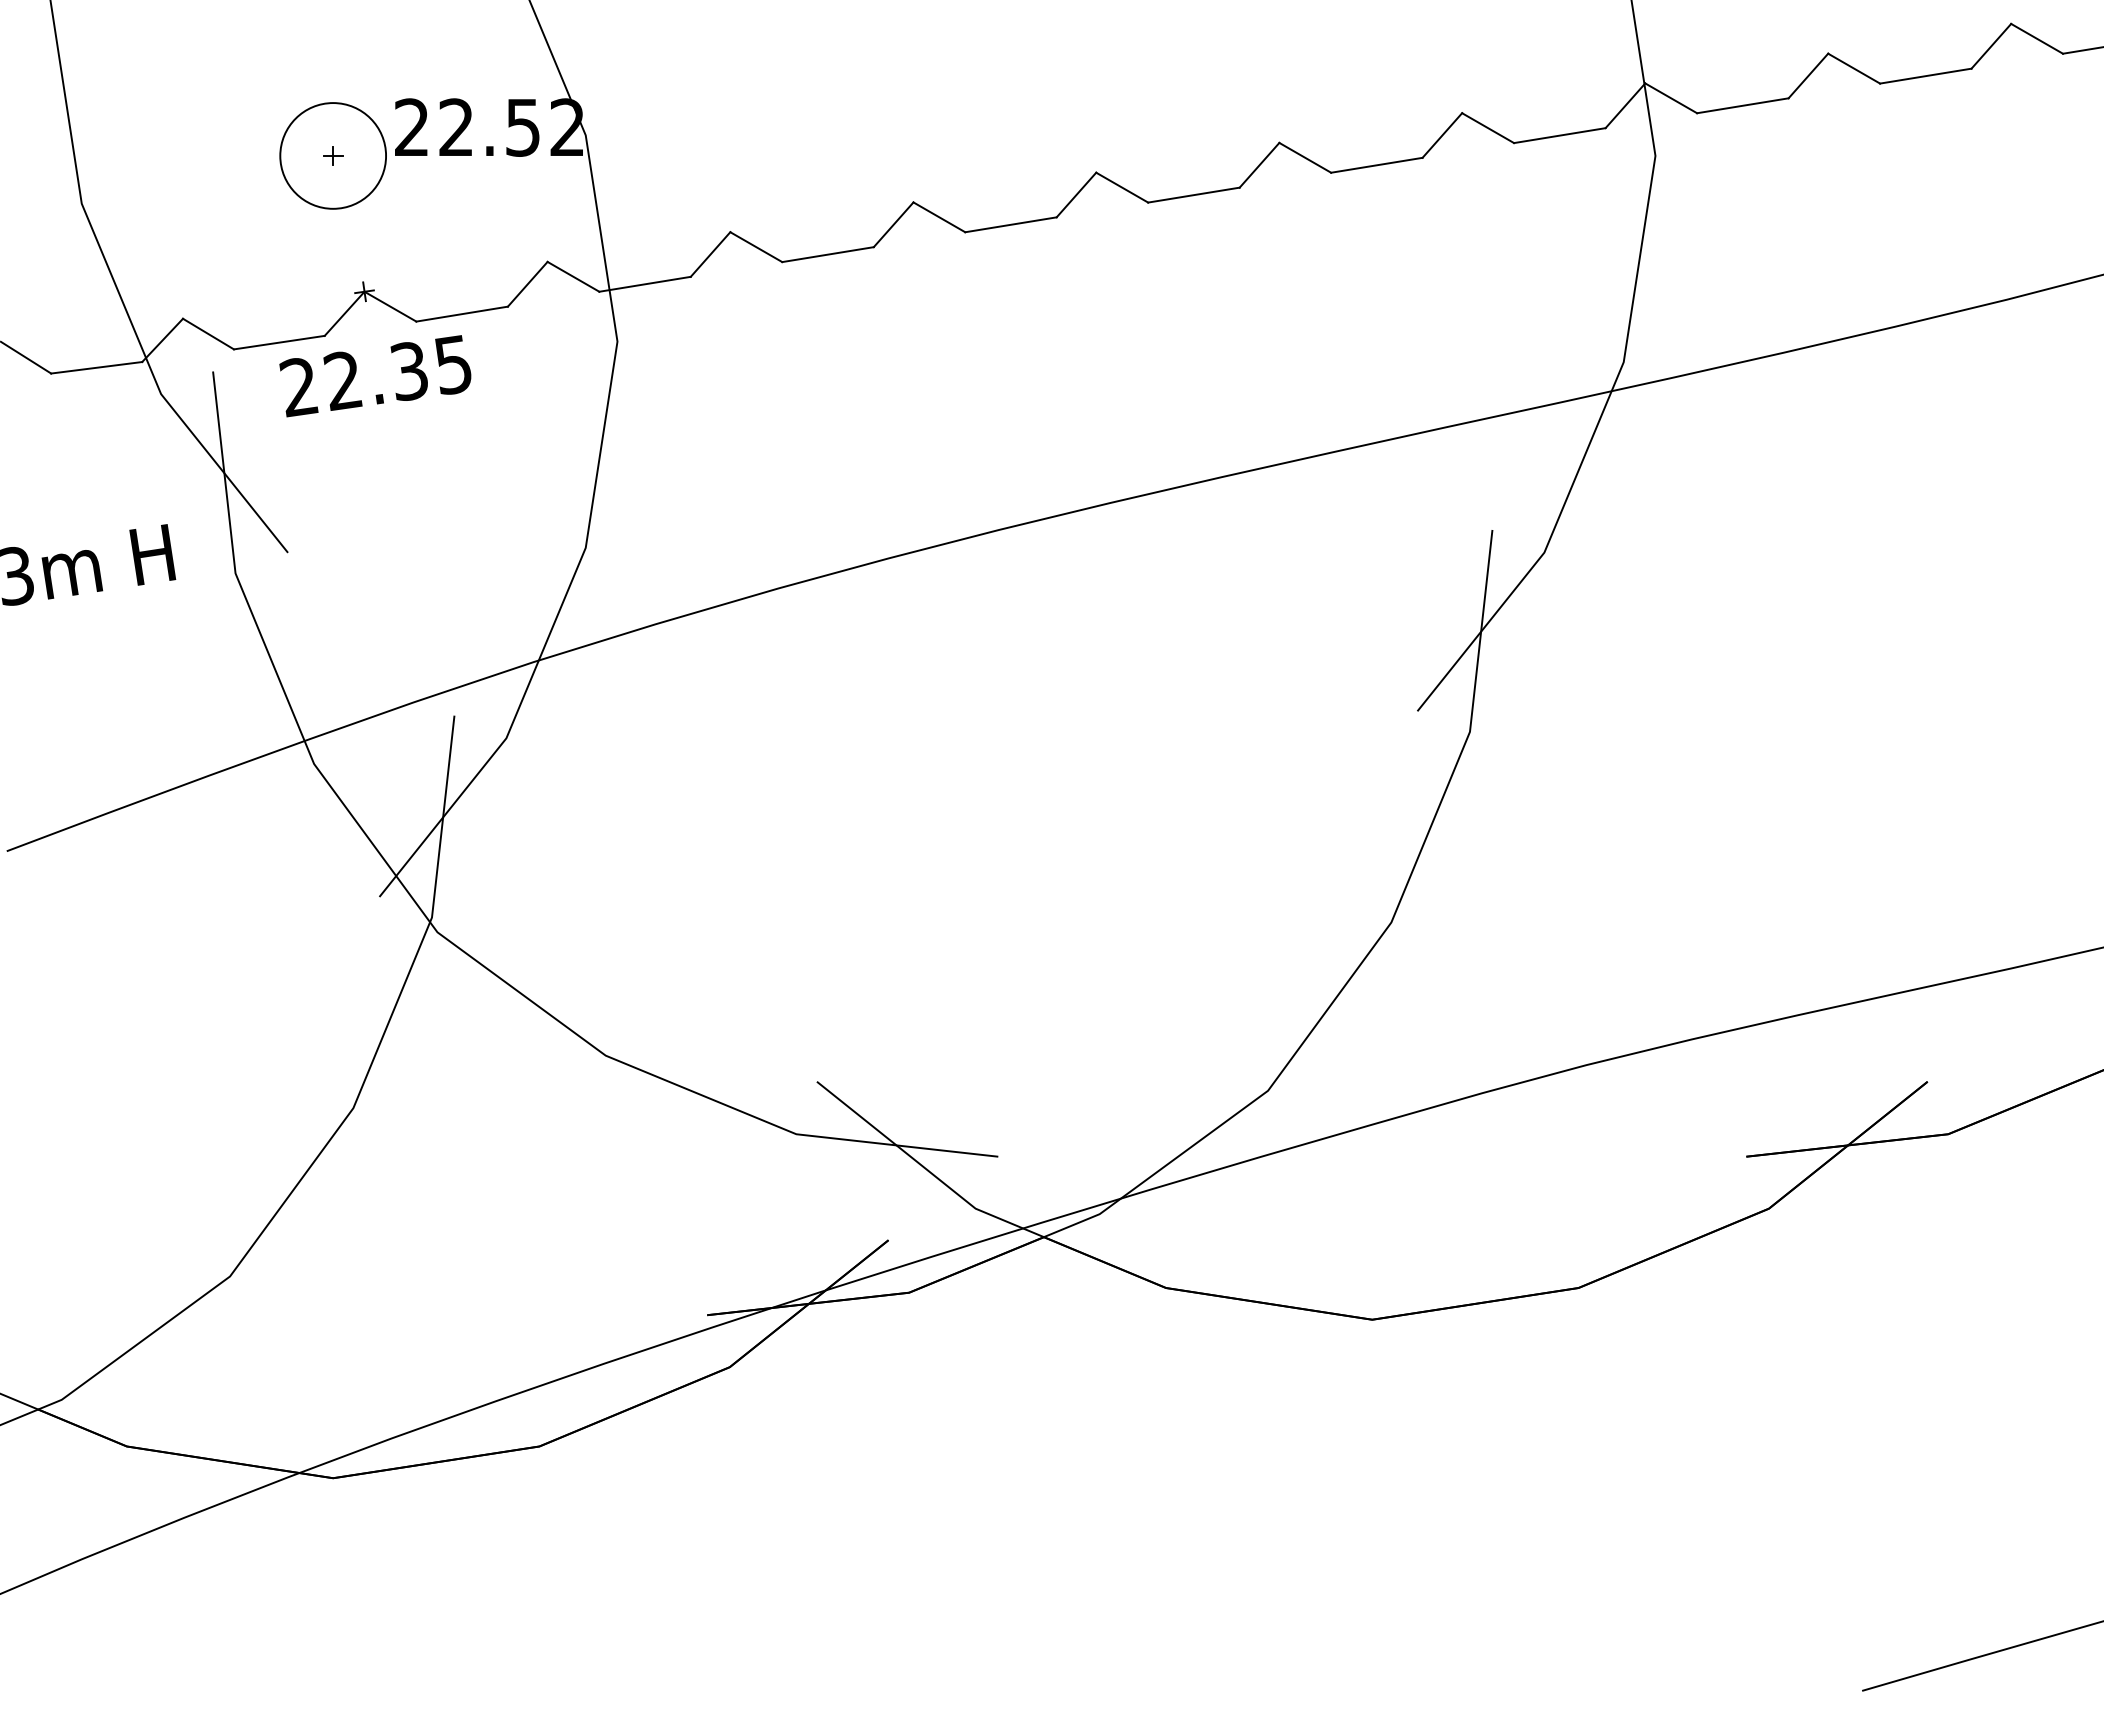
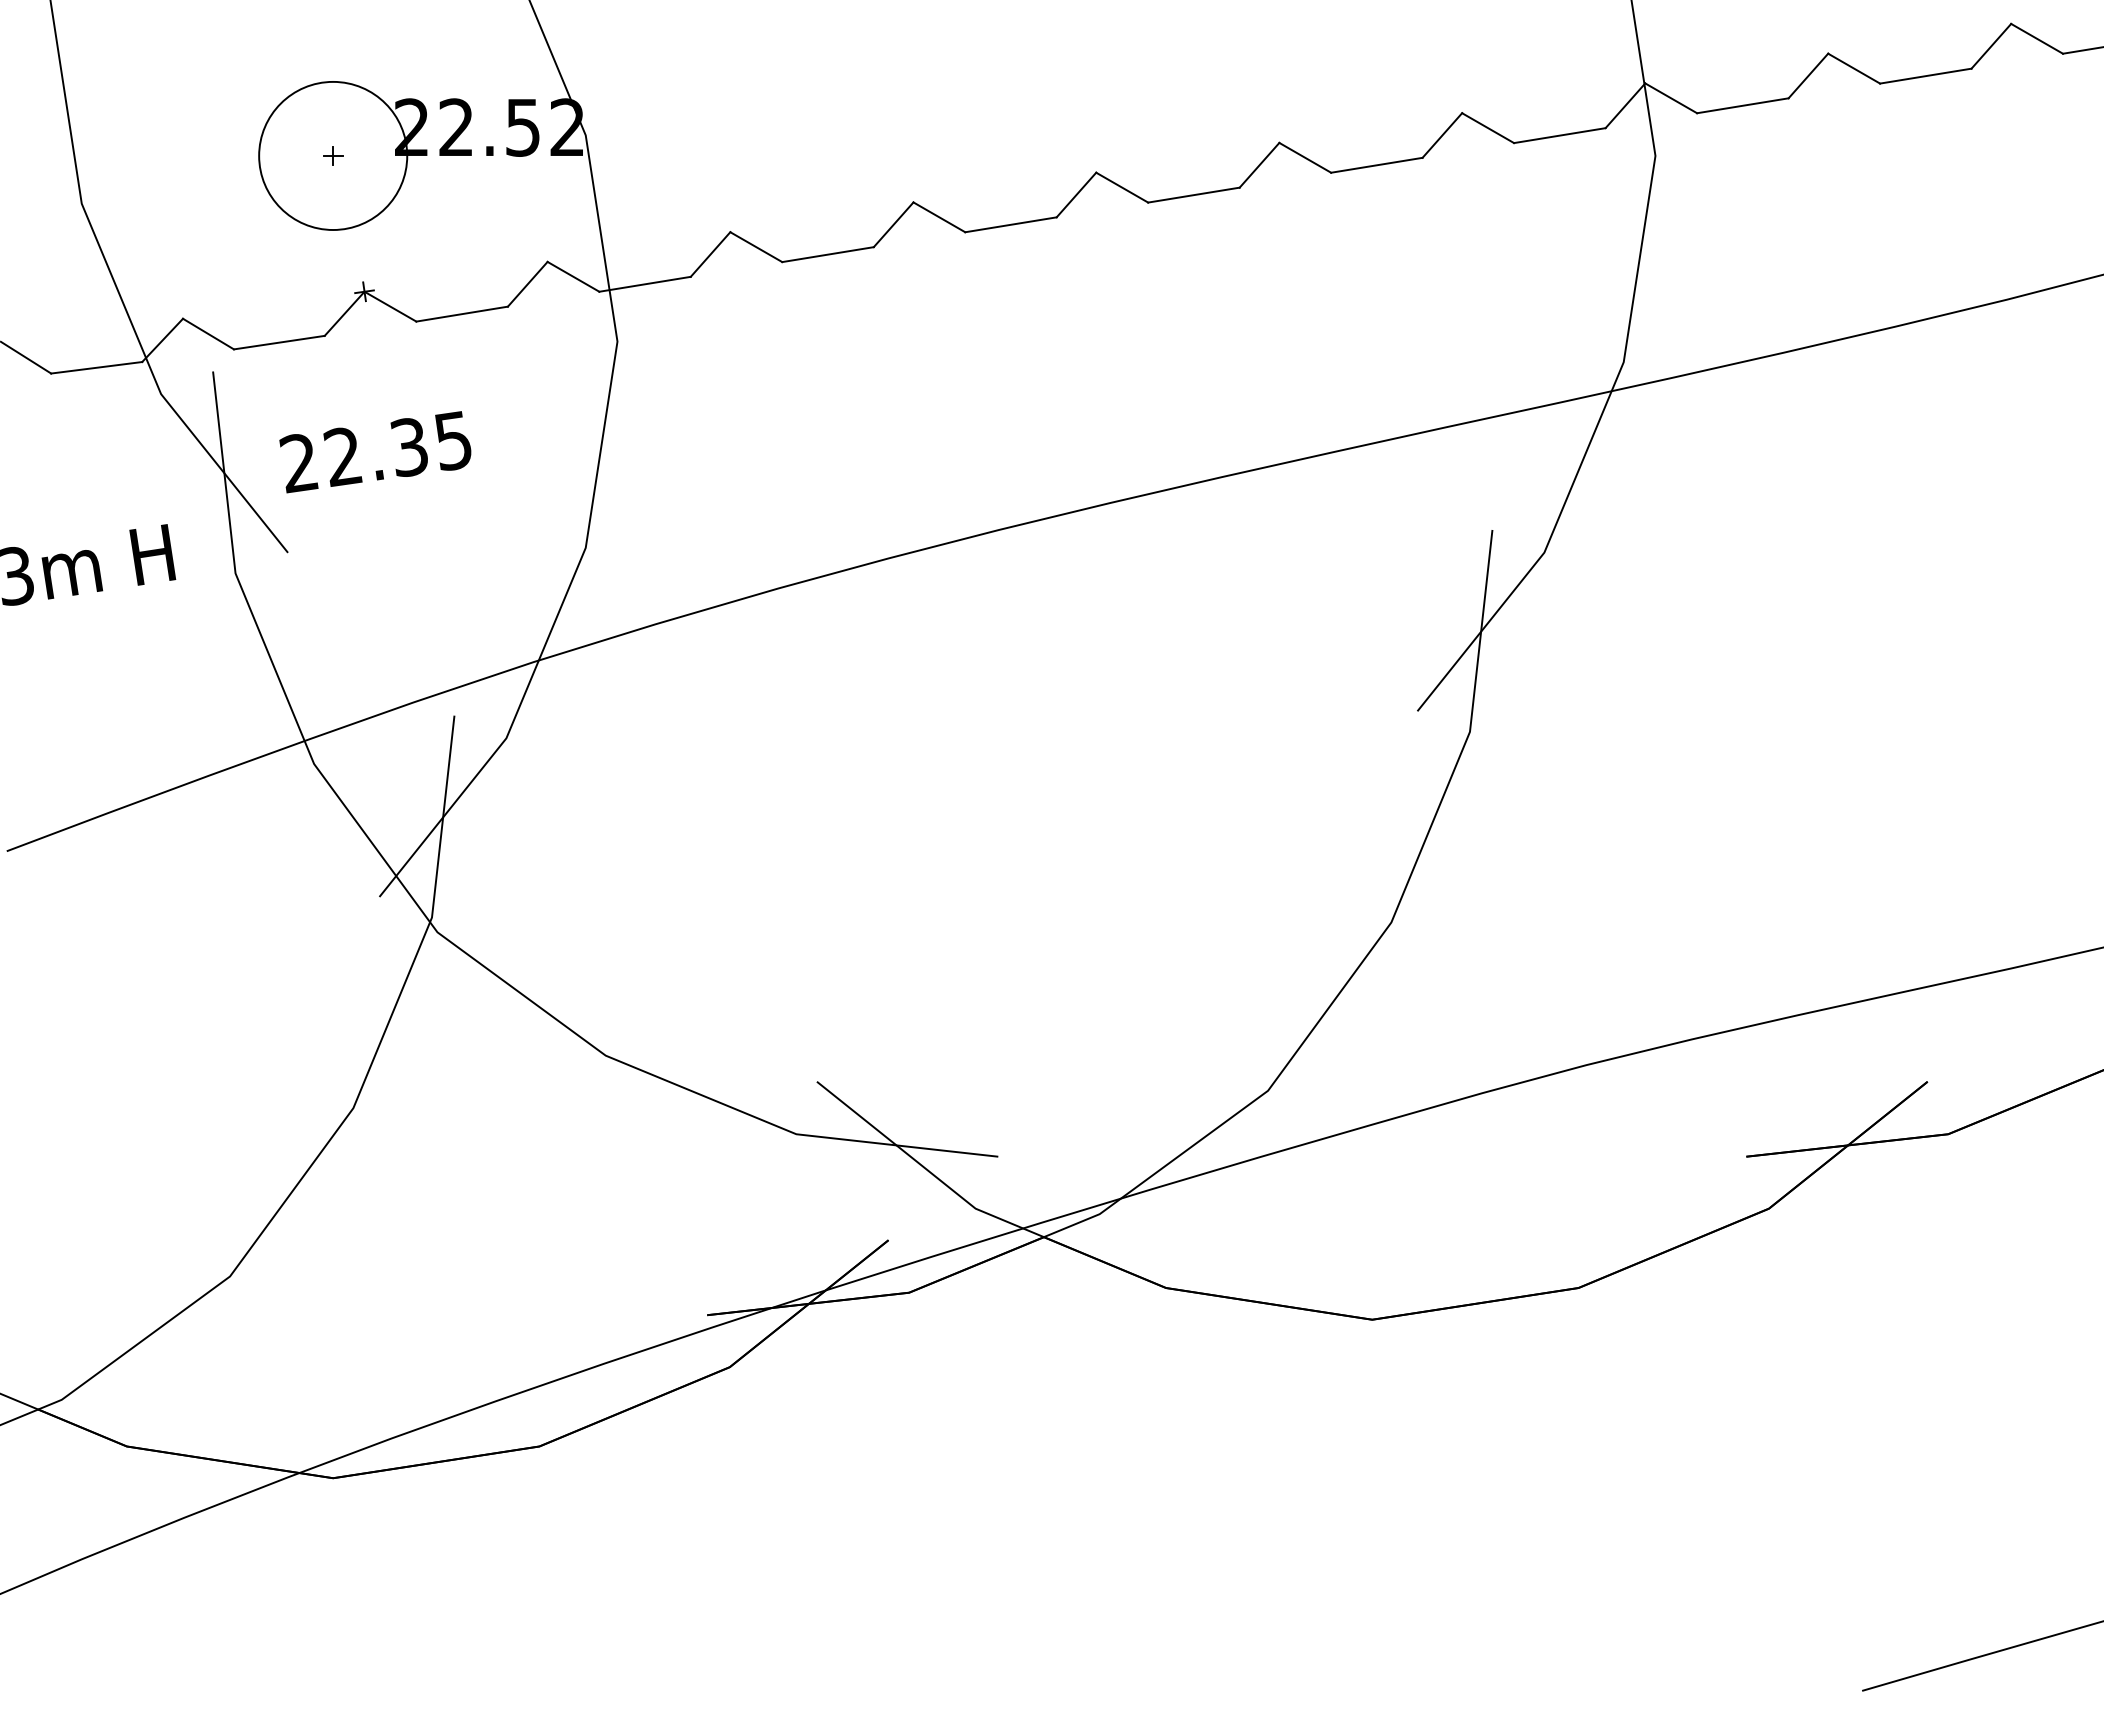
circle at (333, 155) diameter: 106 px -> 148 px
text at (375, 376) position: (375, 376) -> (375, 452)
